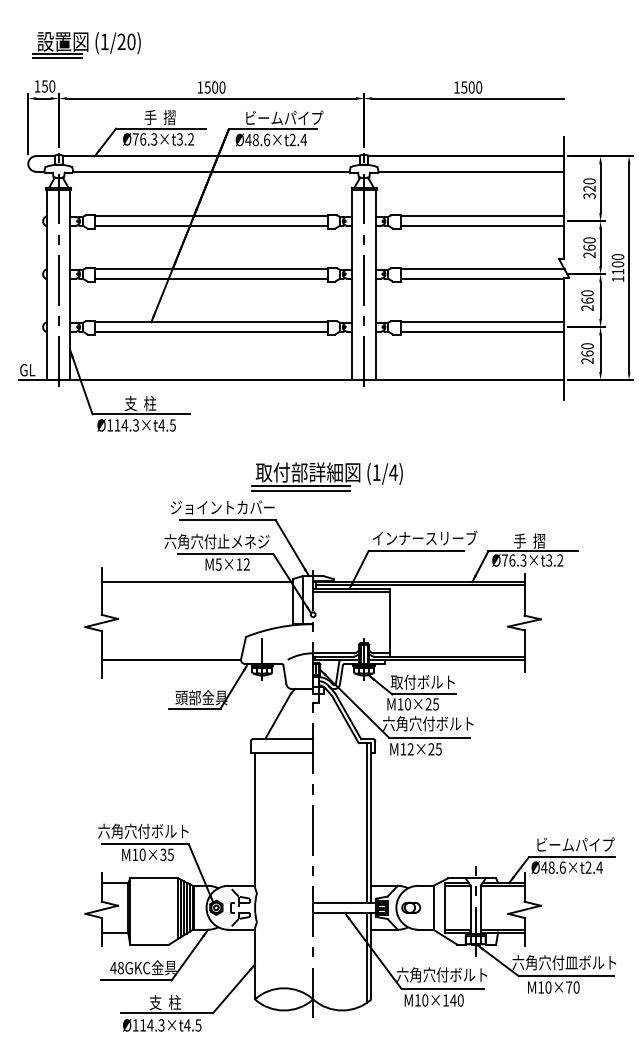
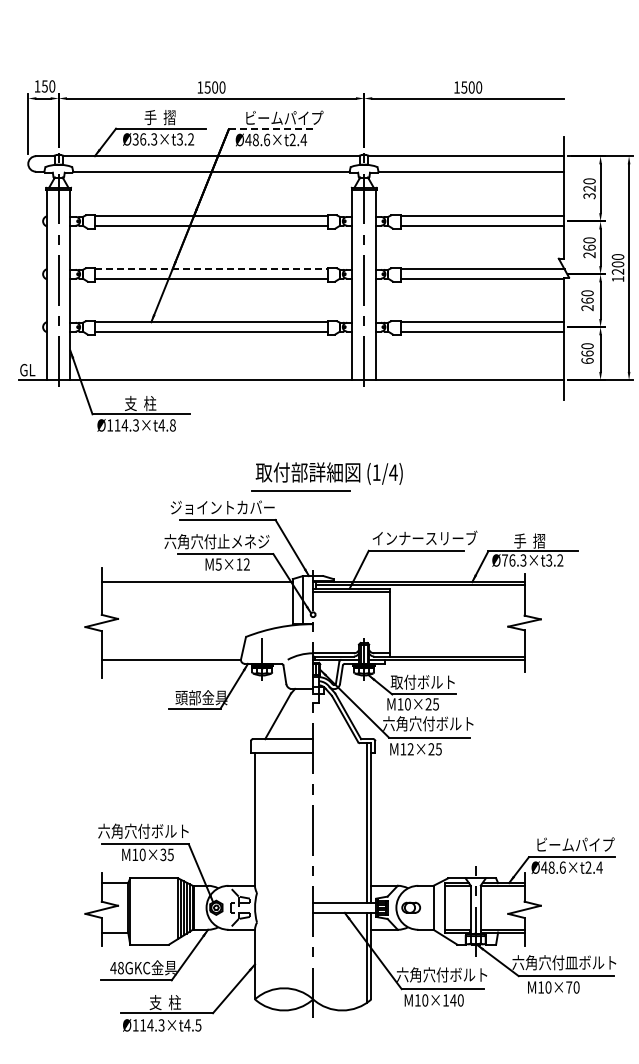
part at (86, 45): present -> none
line at (272, 129): solid -> dashed
text at (135, 139): Ø76.3×t3.2 -> Ø36.3×t3.2
line at (211, 269): solid -> dashed
text at (617, 271): 1100 -> 1200
text at (587, 360): 260 -> 660
text at (172, 425): Ø114.3×t4.5 -> Ø114.3×t4.8
line at (300, 486): present -> none
